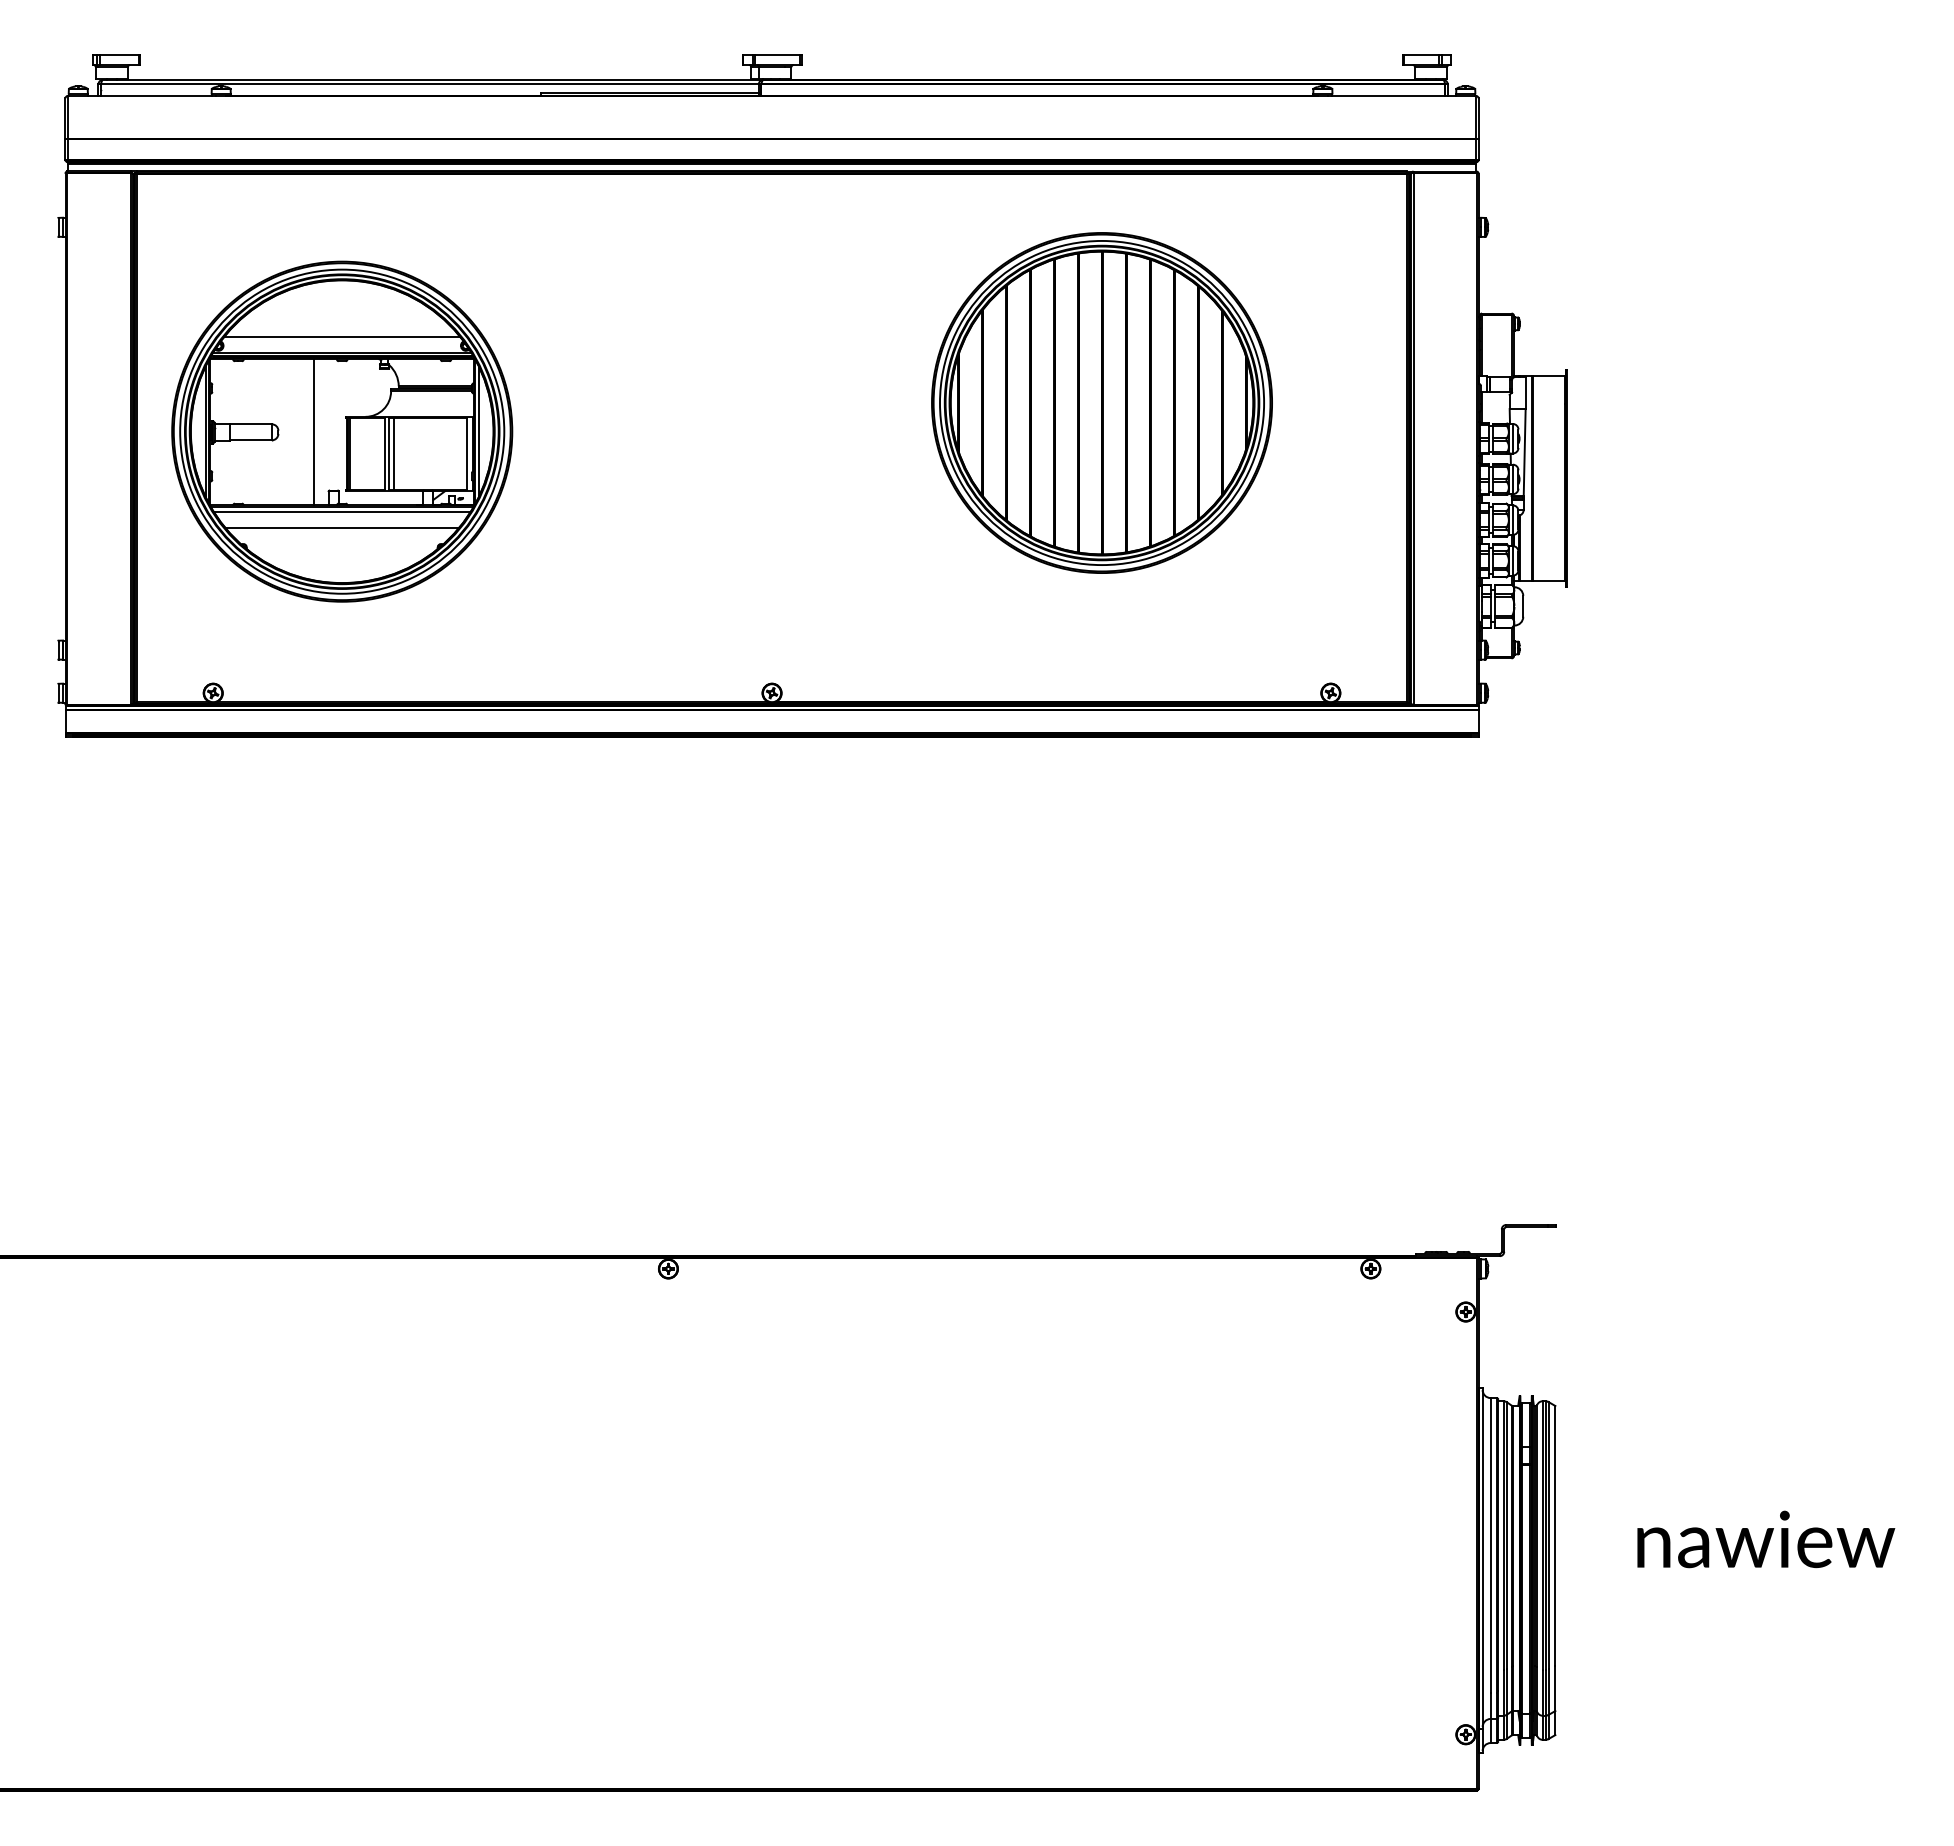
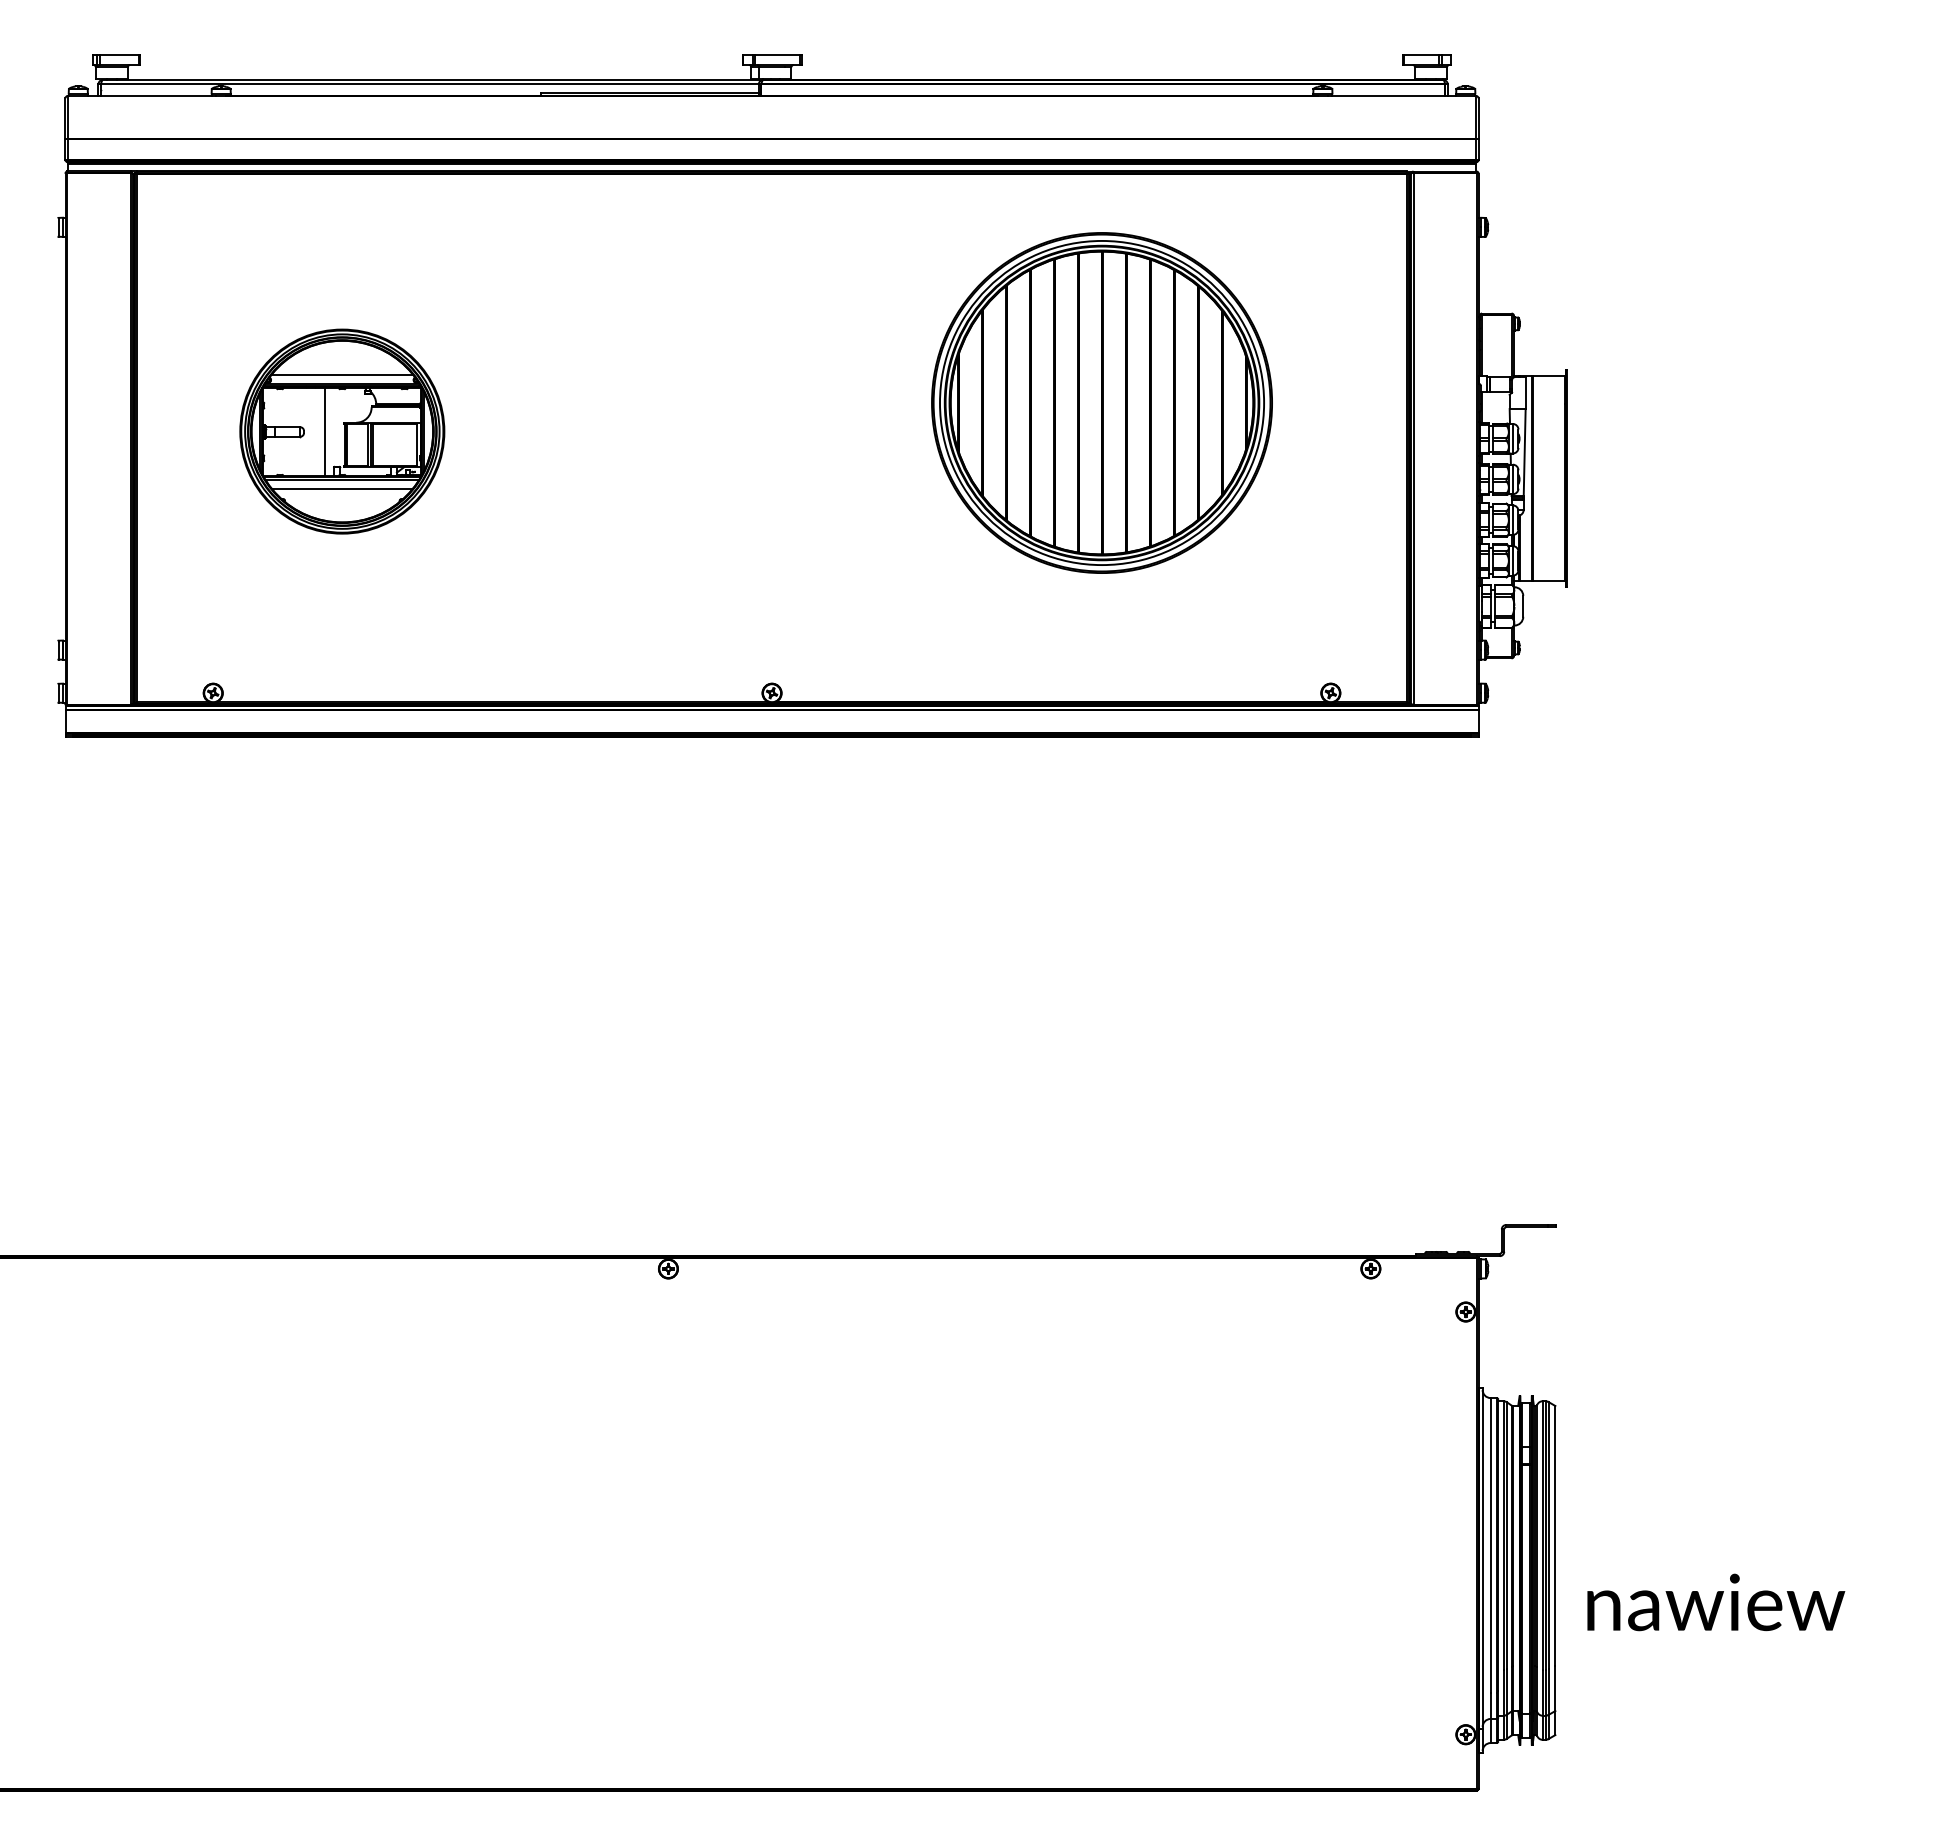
part at (342, 431) size: 343x343 px -> 207x207 px
text at (1766, 1539) position: (1766, 1539) -> (1716, 1602)
